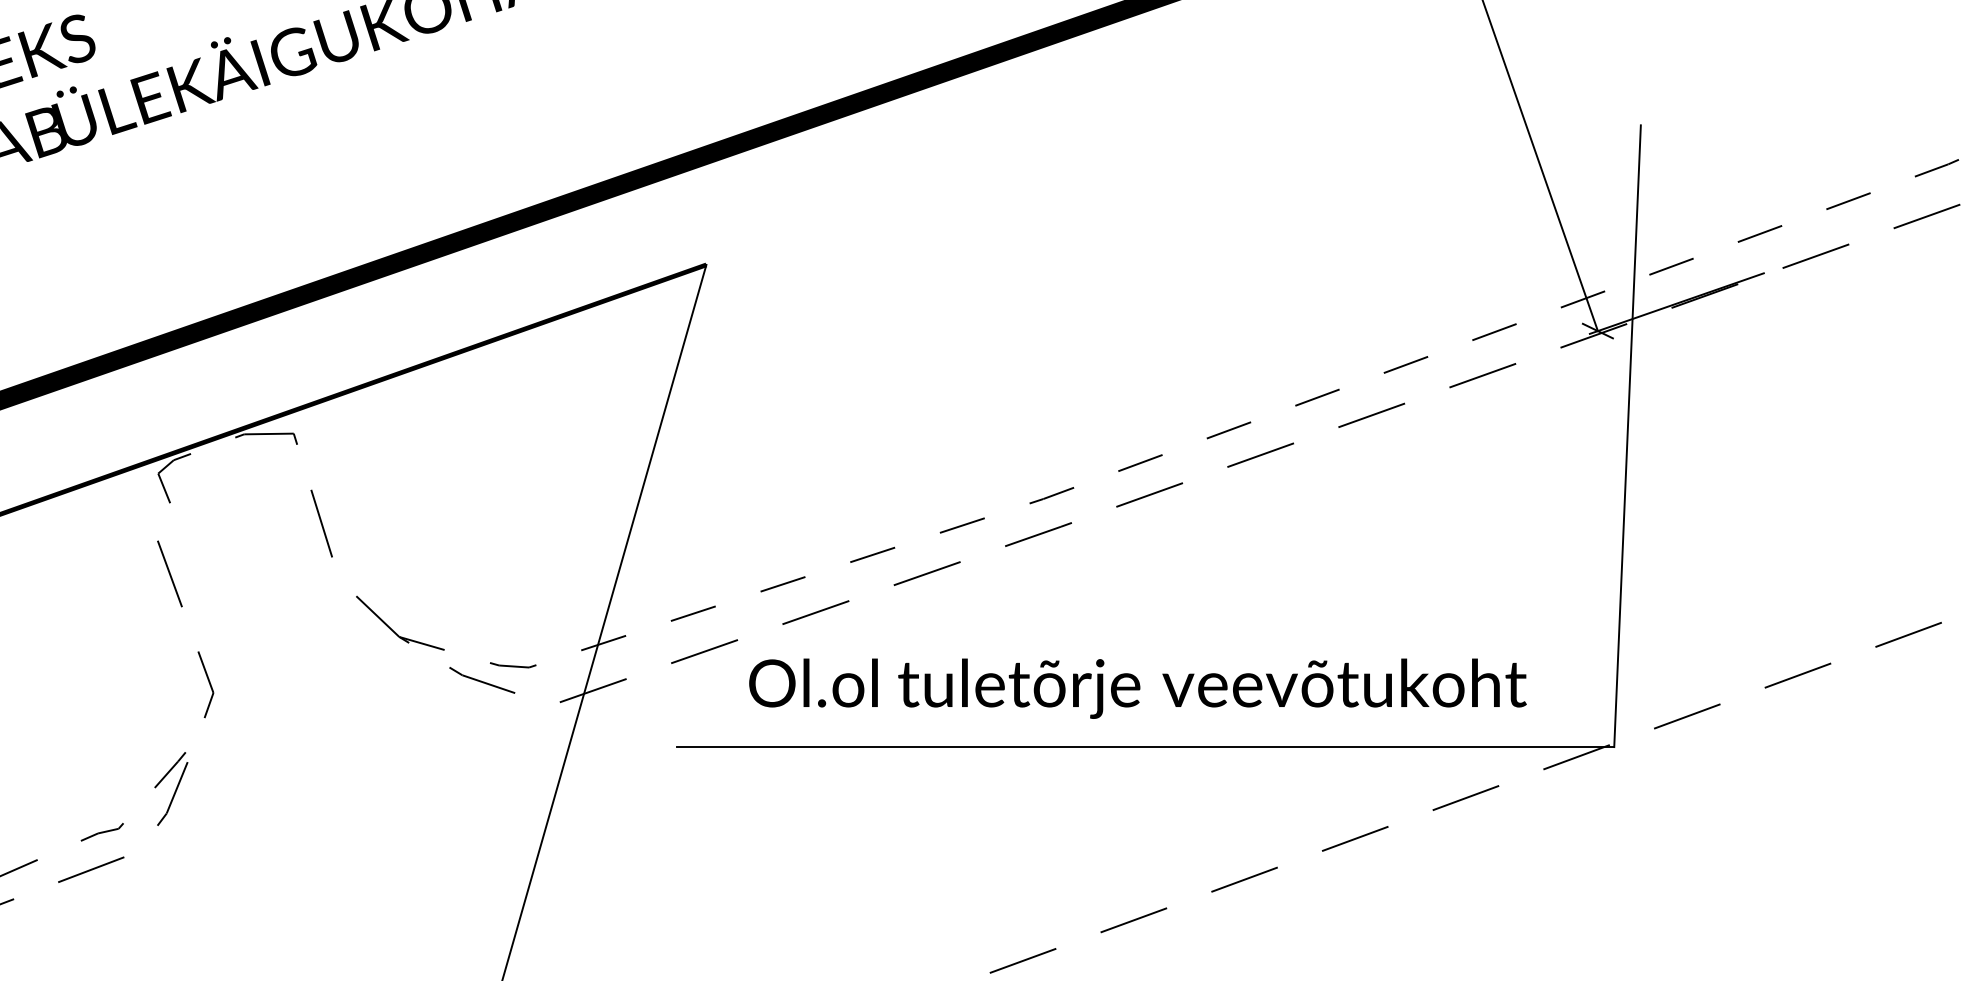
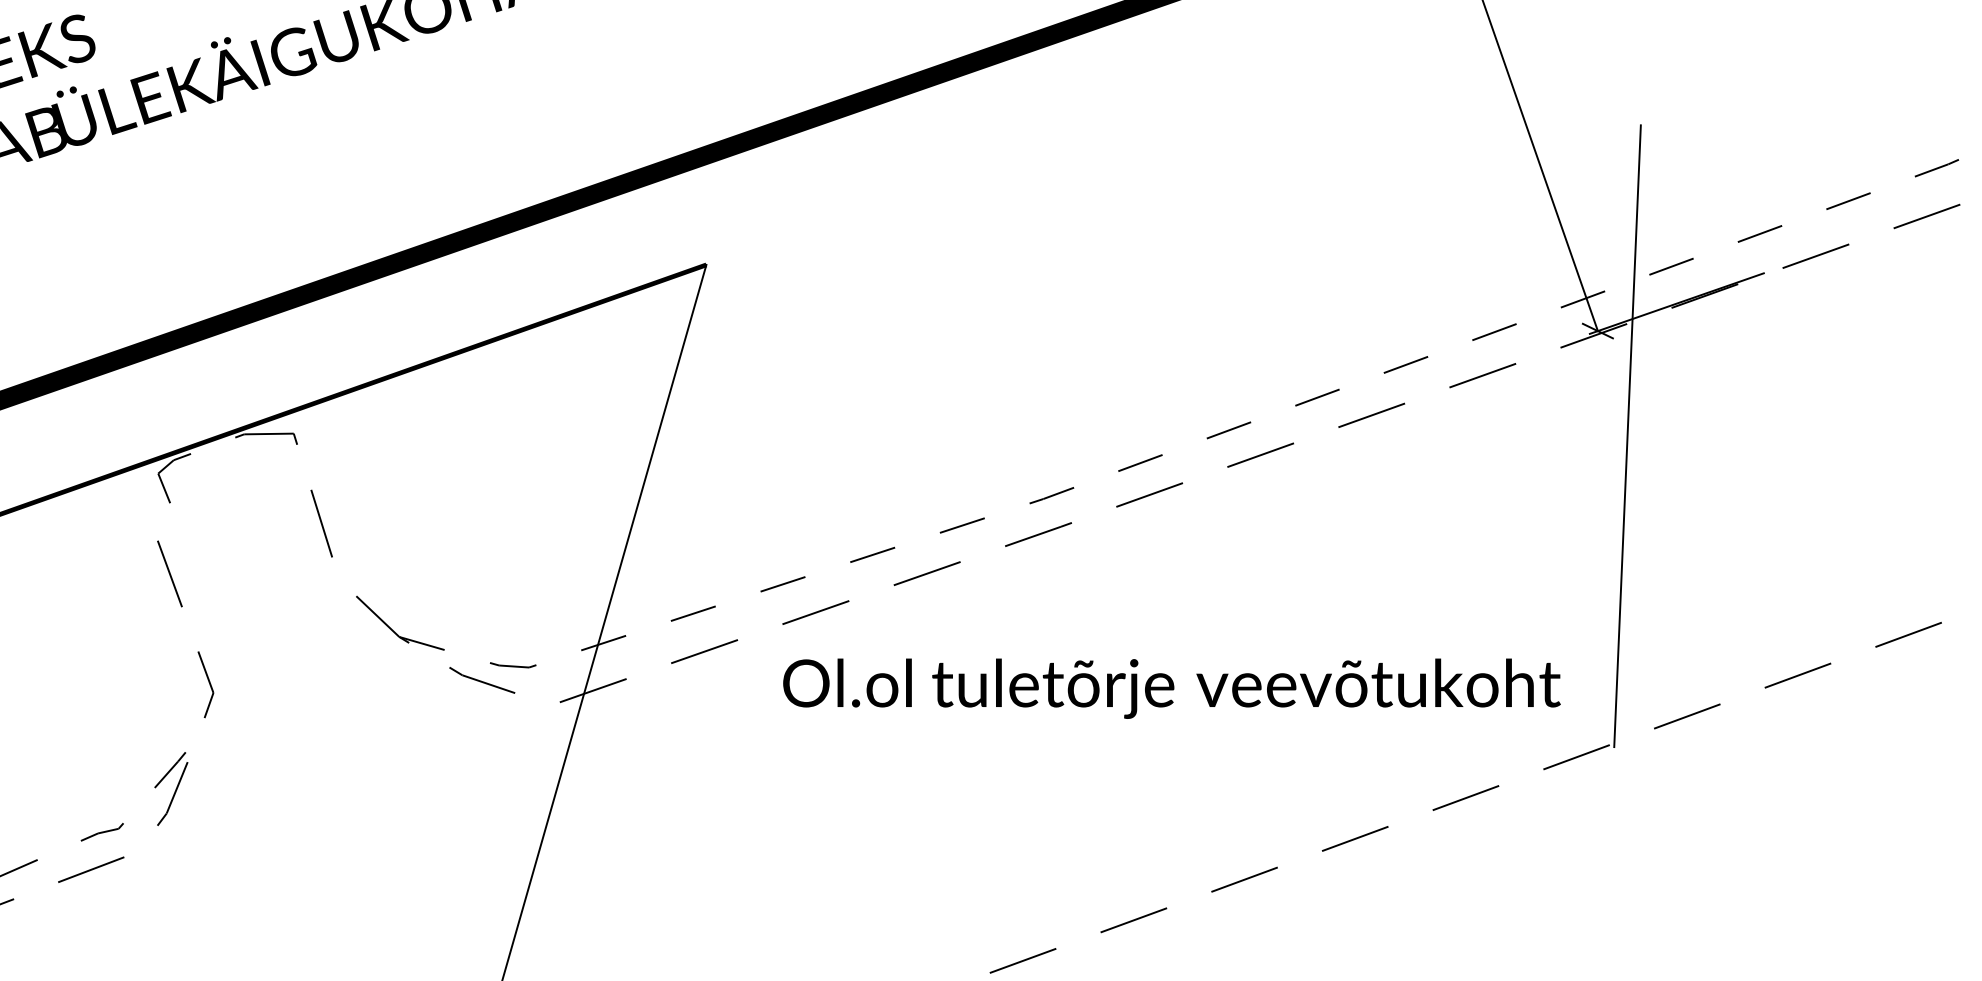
text at (1137, 688) position: (1137, 688) -> (1171, 688)
line at (1145, 747): present -> none
